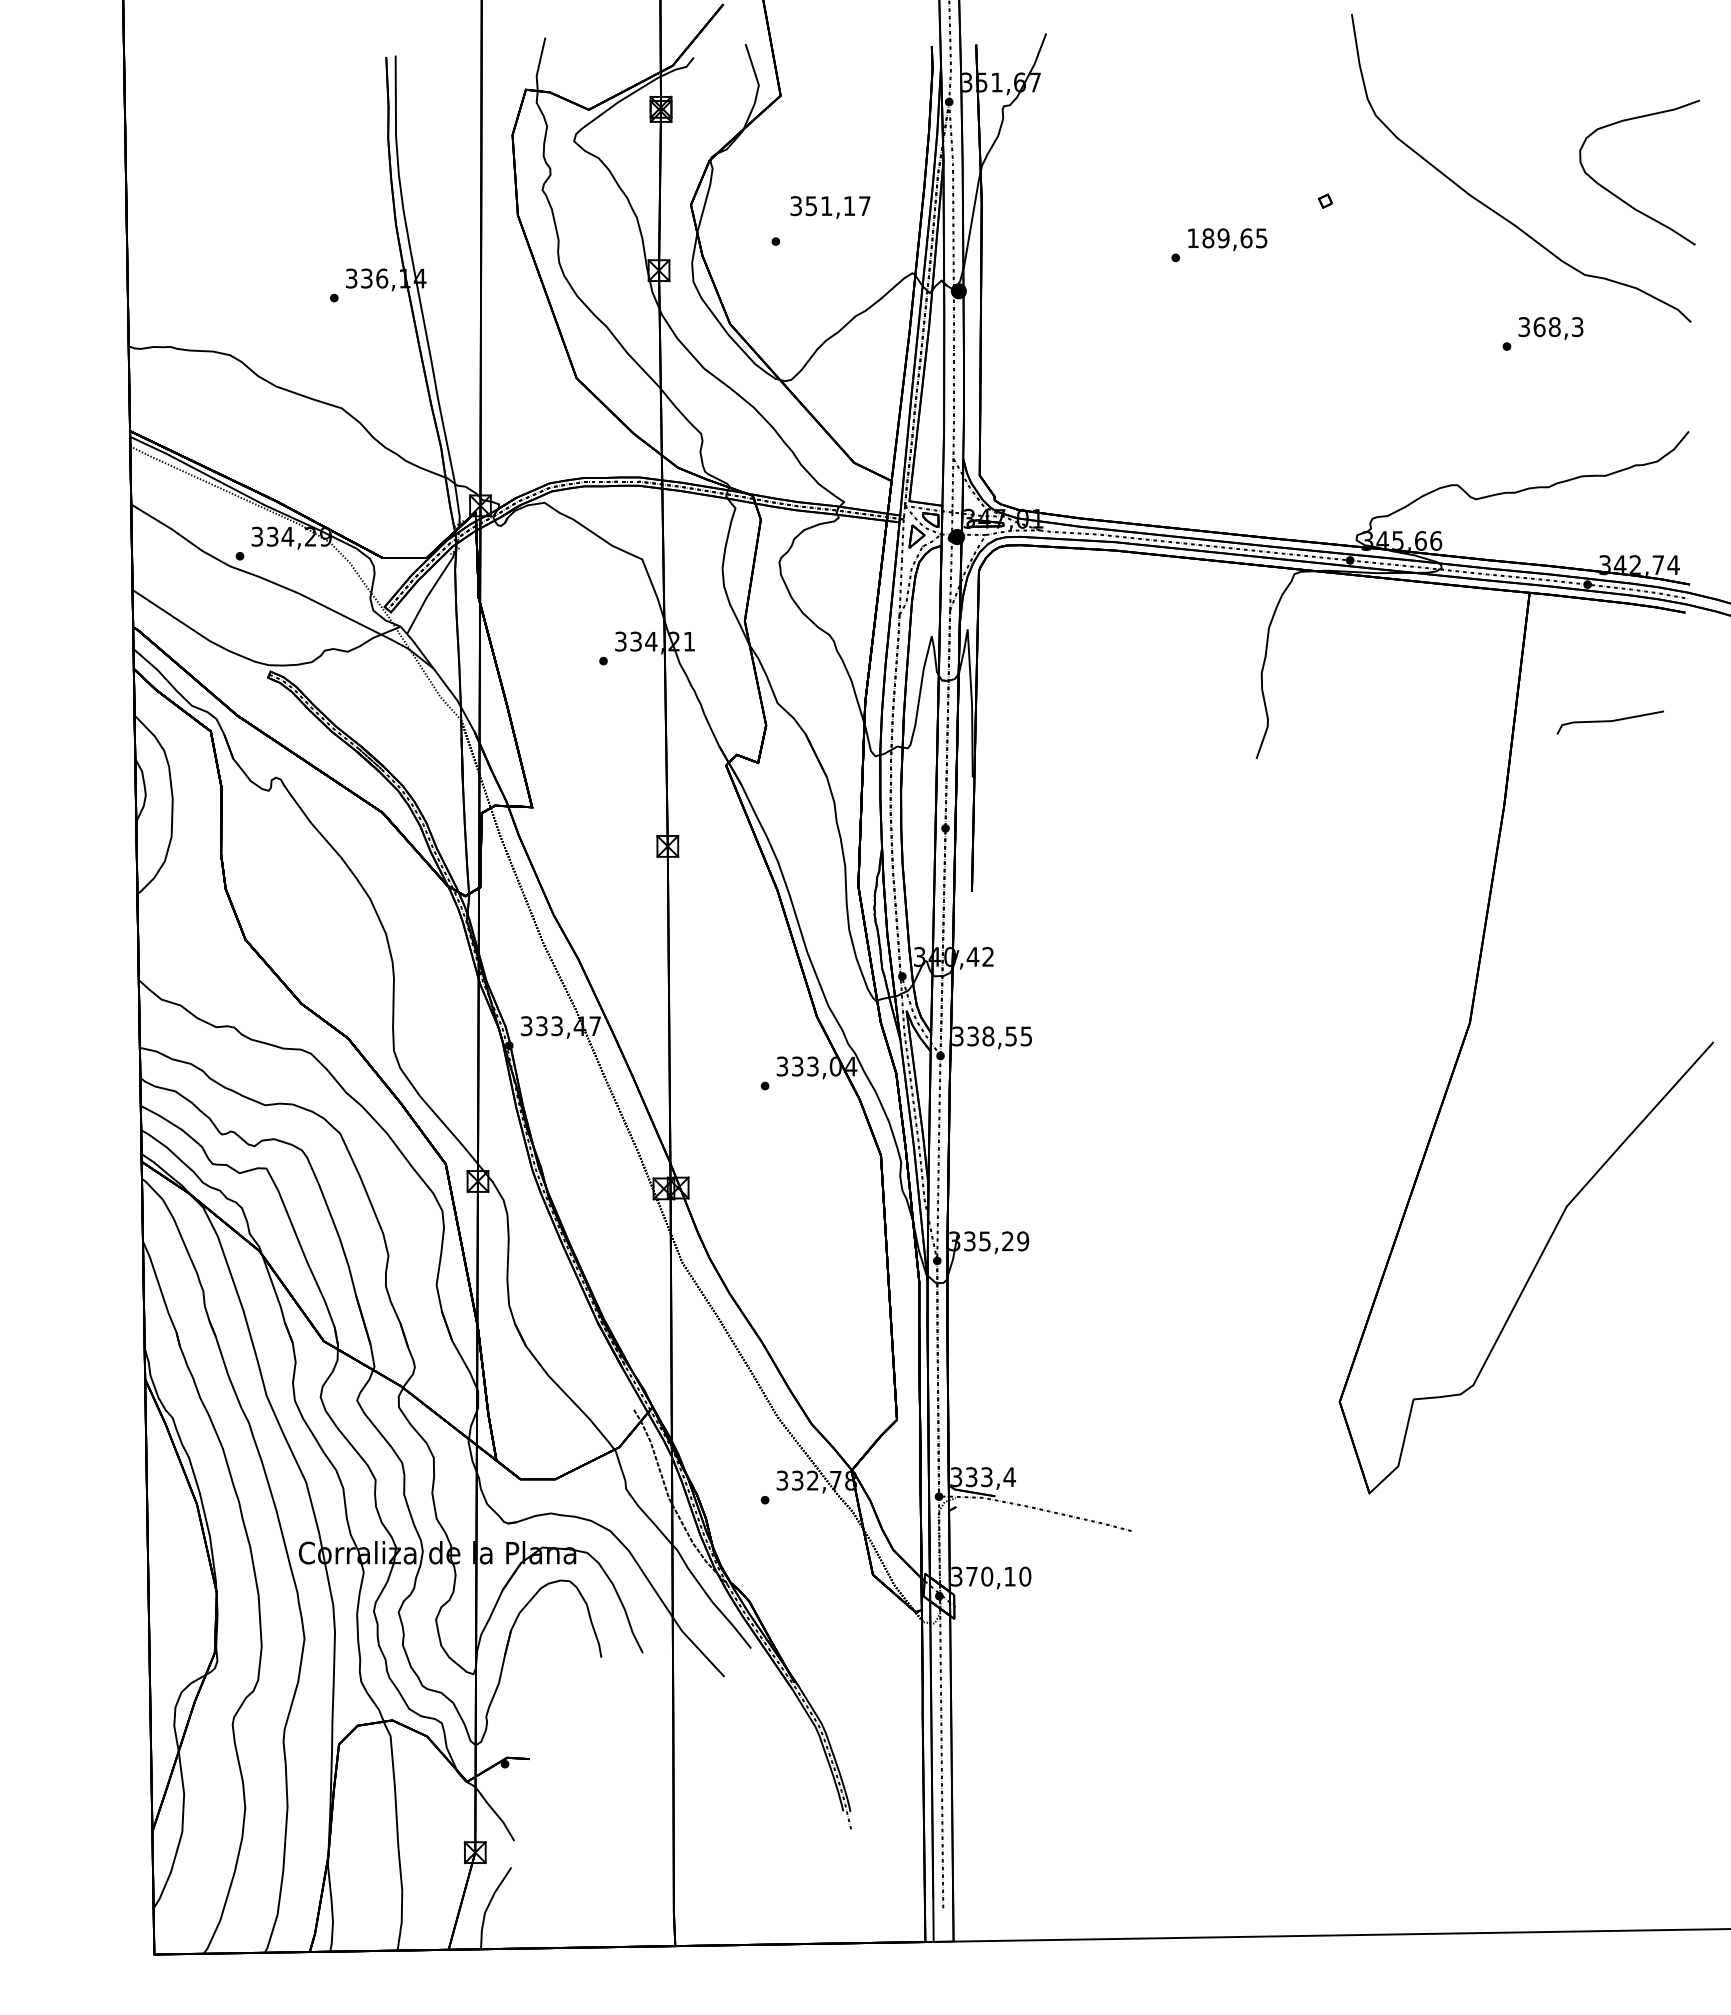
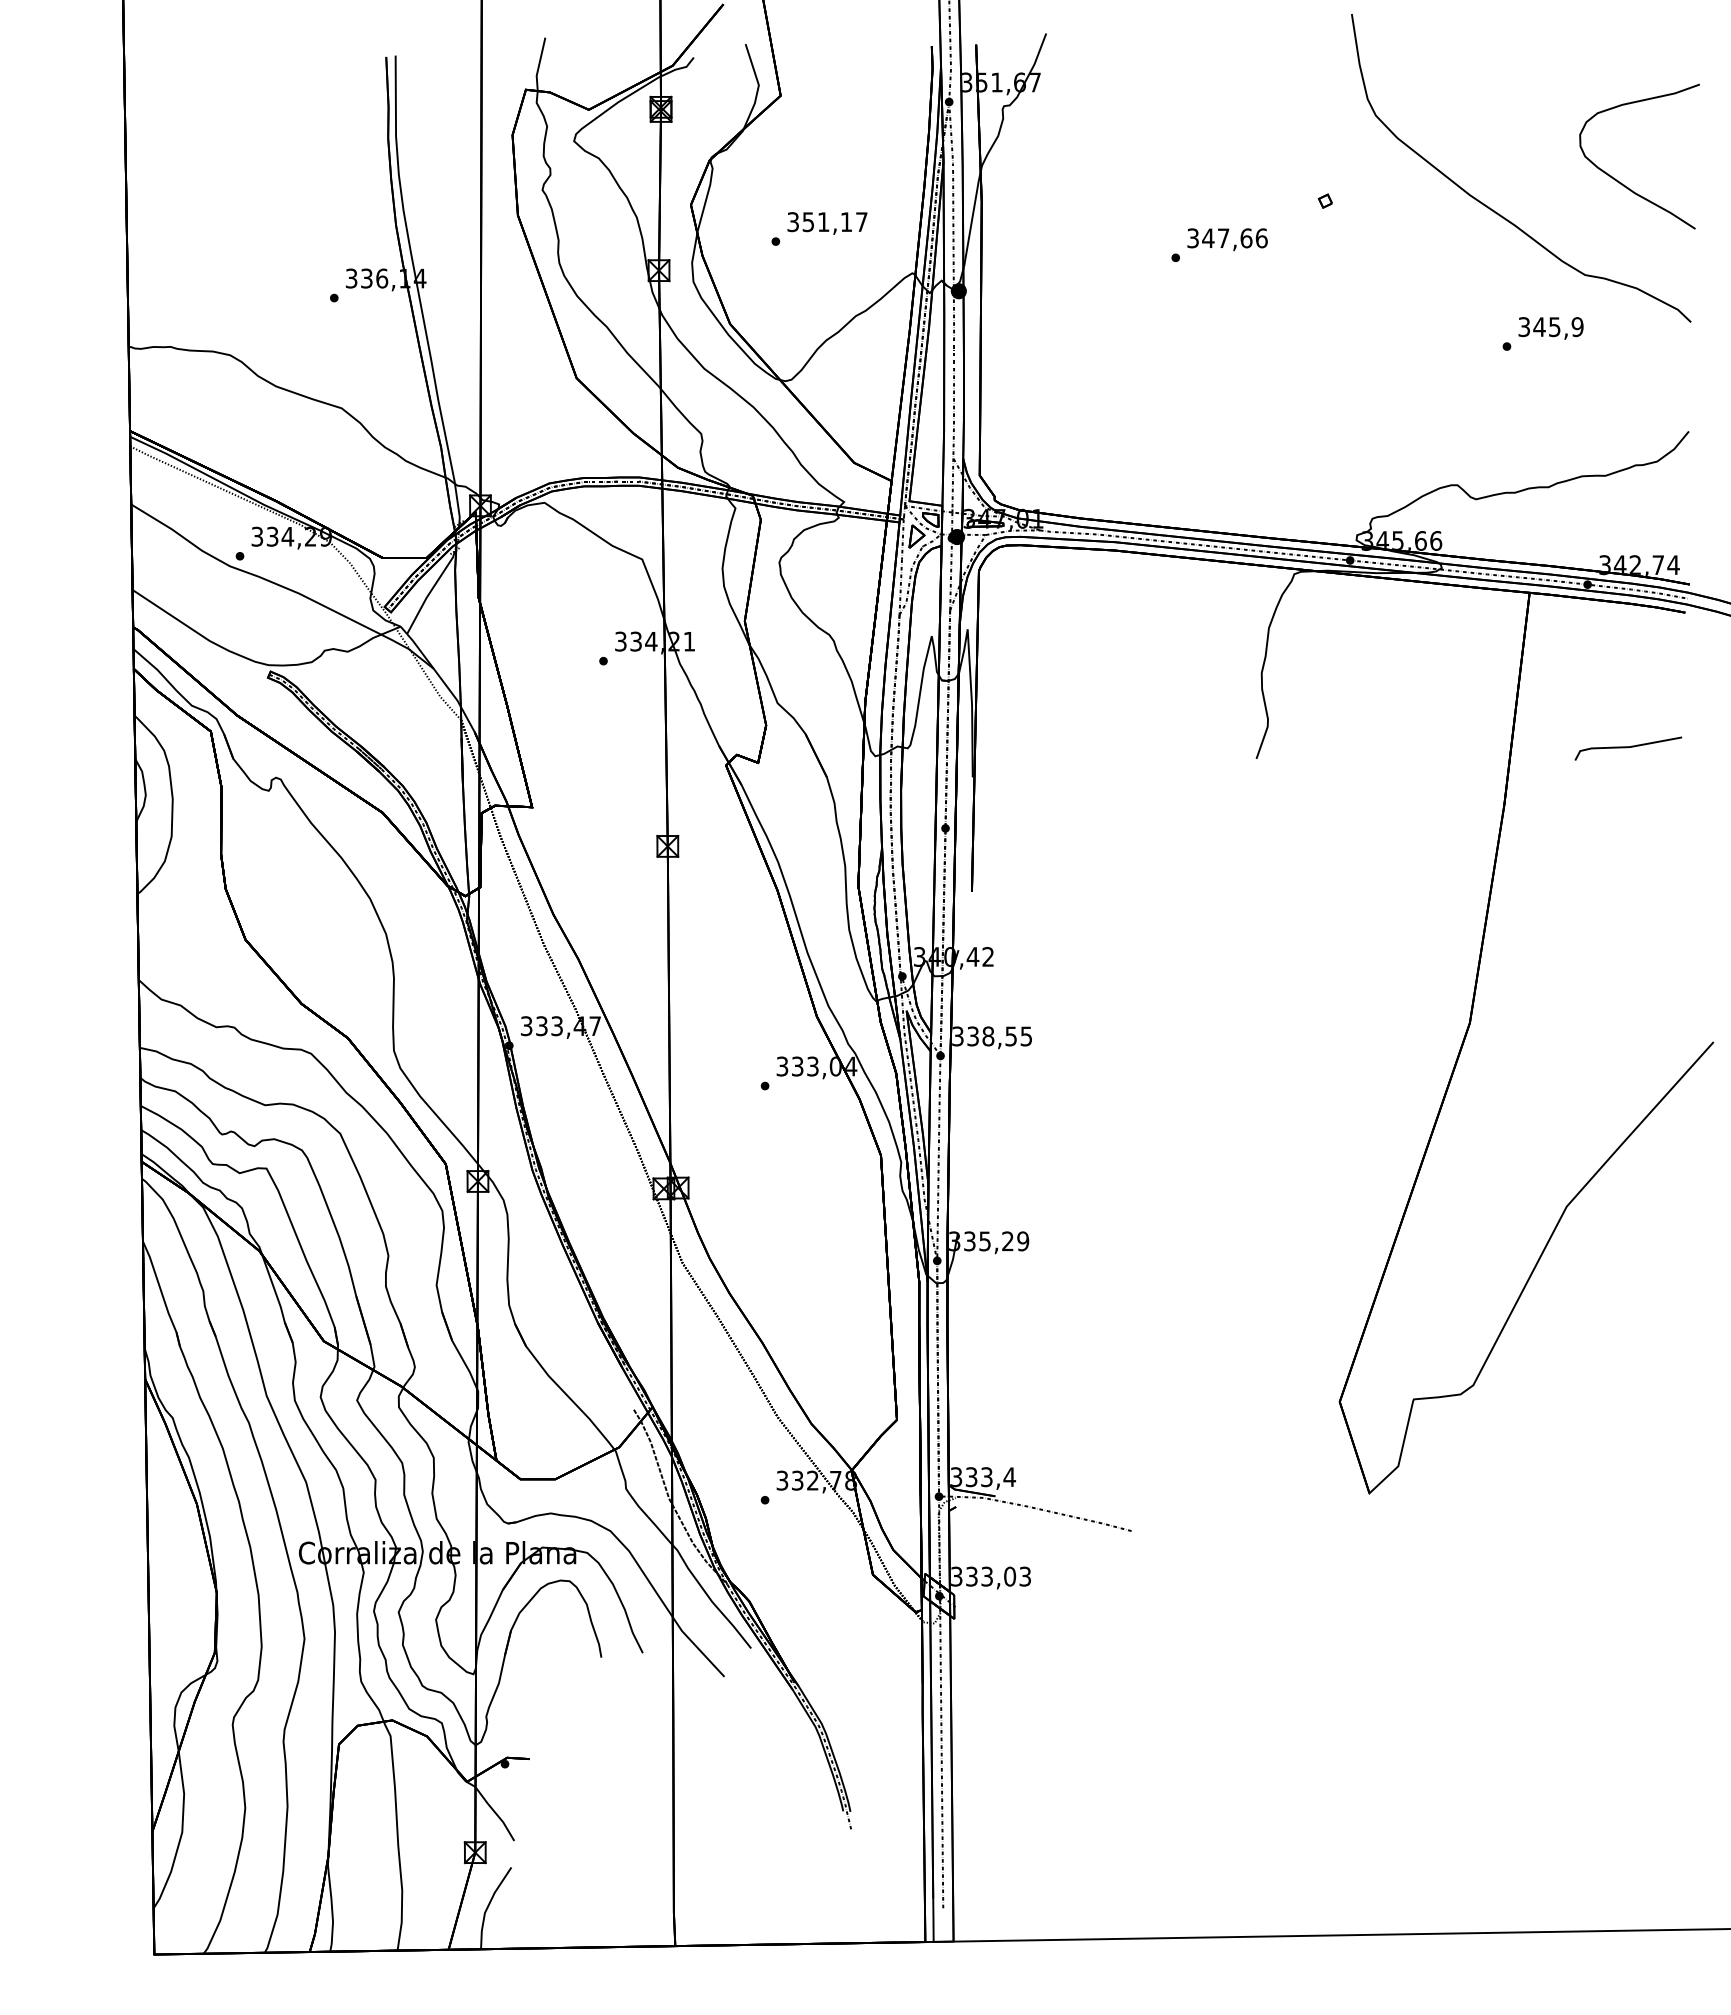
curve at (1621, 198) position: (1621, 198) -> (1621, 182)
text at (830, 207) position: (830, 207) -> (827, 223)
text at (1227, 238): 189,65 -> 347,66
text at (1558, 327): 368,3 -> 345,9
line at (1609, 722) position: (1609, 722) -> (1627, 748)
text at (998, 1576): 370,10 -> 333,03
